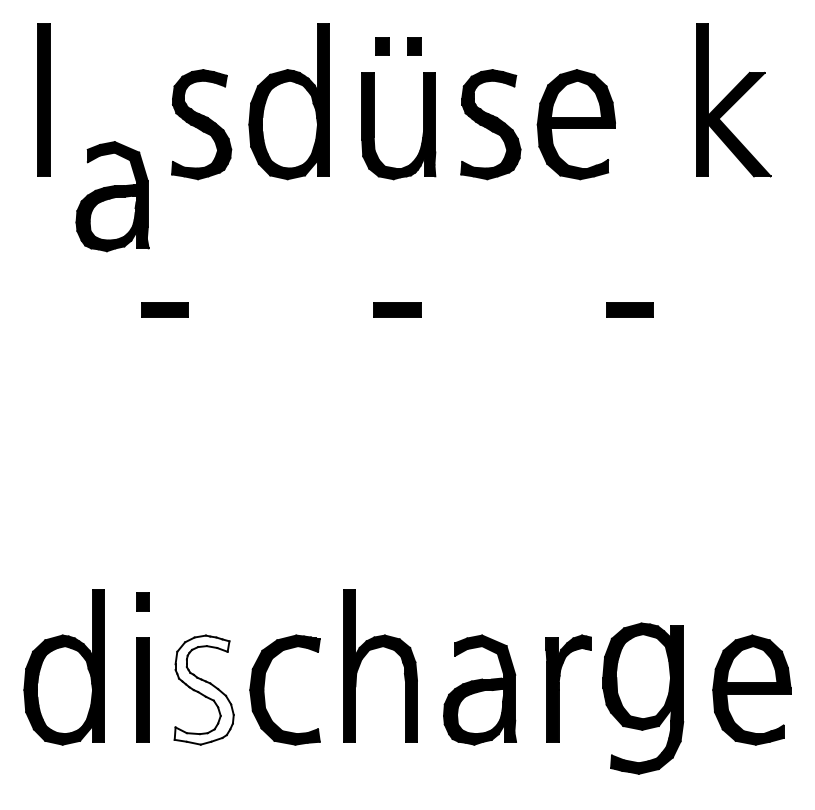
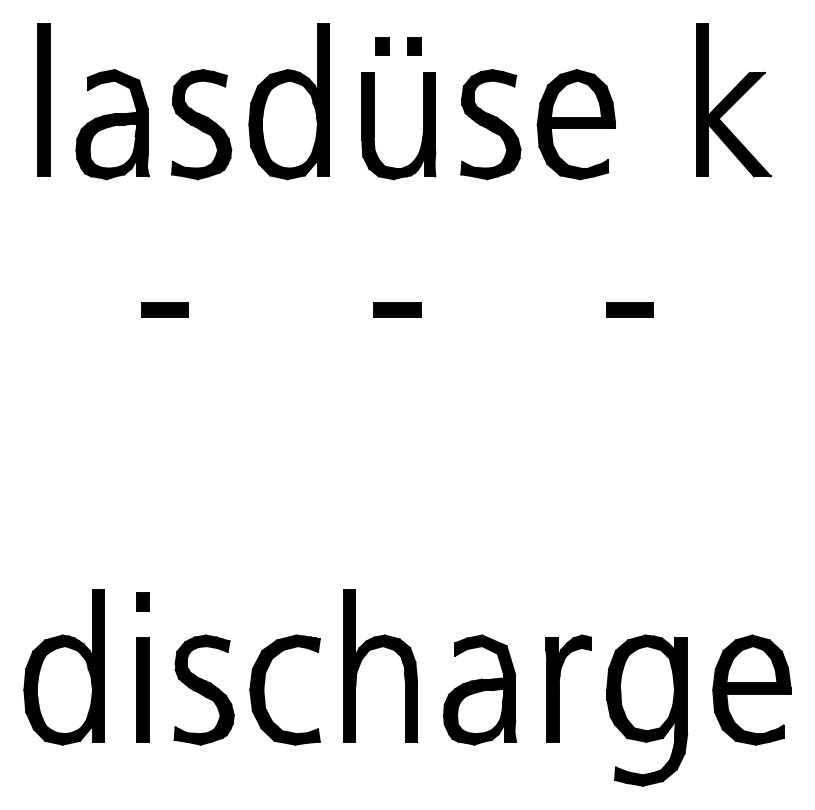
part at (112, 196) position: (112, 196) -> (112, 124)
fill at (203, 689): none -> present
part at (643, 698) position: (643, 698) -> (647, 710)
